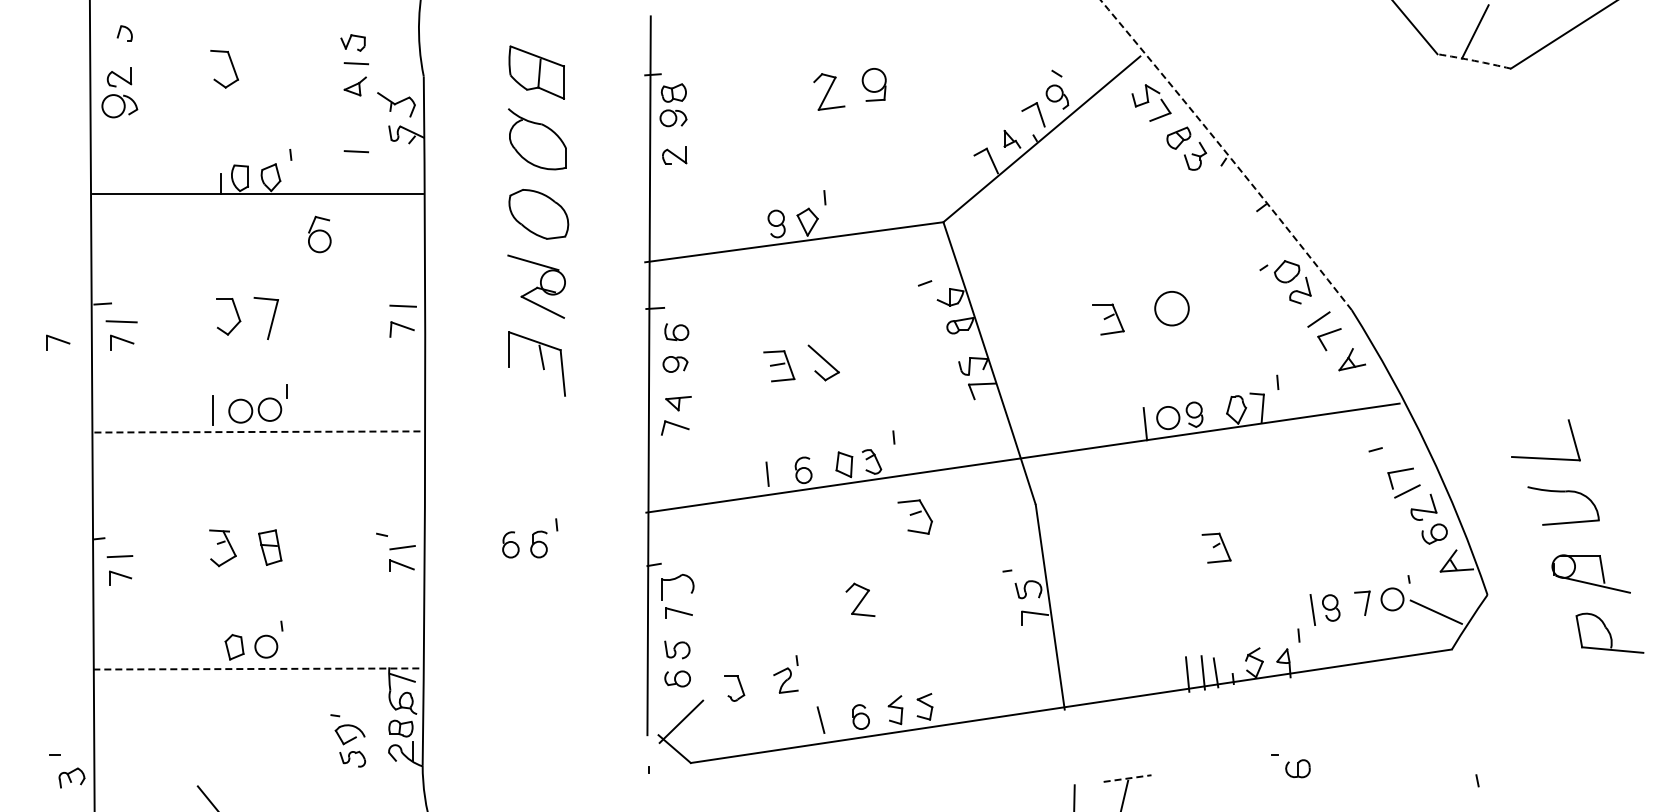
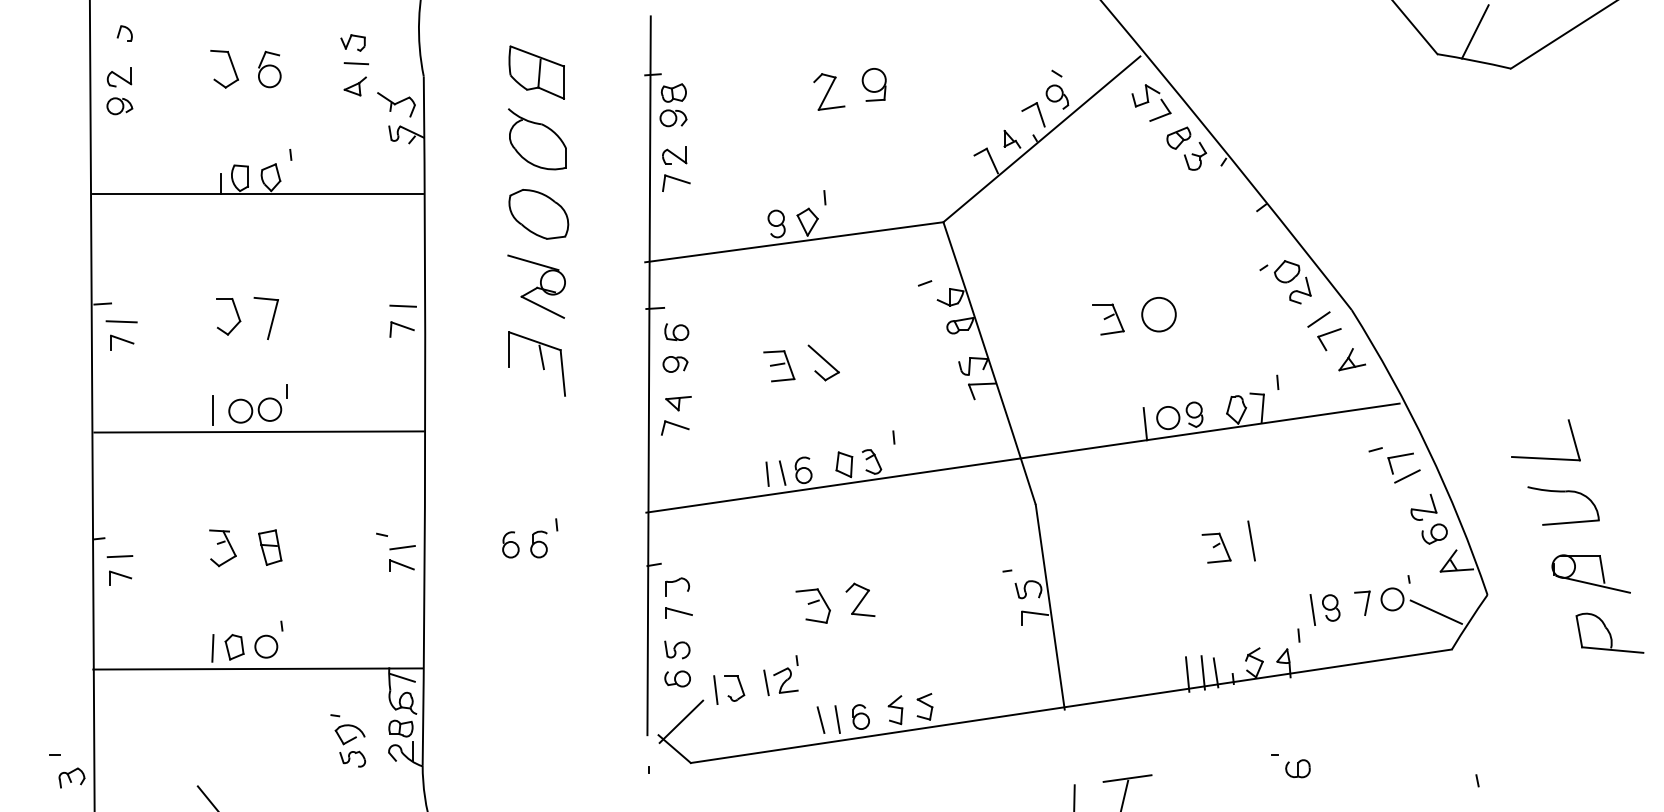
arc at (1474, 60): dashed -> solid
part at (119, 106) size: 38x25 px -> 28x19 px
line at (355, 151): present -> none
arc at (1226, 153): dashed -> solid
part at (676, 182): none -> present
part at (319, 234) position: (319, 234) -> (269, 69)
circle at (1171, 308) position: (1171, 308) -> (1158, 314)
part at (58, 342): present -> none
line at (259, 431): dashed -> solid
line at (782, 472): none -> present
part at (1406, 490) position: (1406, 490) -> (1406, 475)
part at (914, 516) position: (914, 516) -> (812, 605)
line at (1251, 540): none -> present
part at (677, 586) size: 34x28 px -> 26x20 px
line at (212, 648): none -> present
line at (257, 668): dashed -> solid
line at (766, 682): none -> present
line at (715, 690): none -> present
line at (837, 719): none -> present
line at (1128, 778): dashed -> solid
